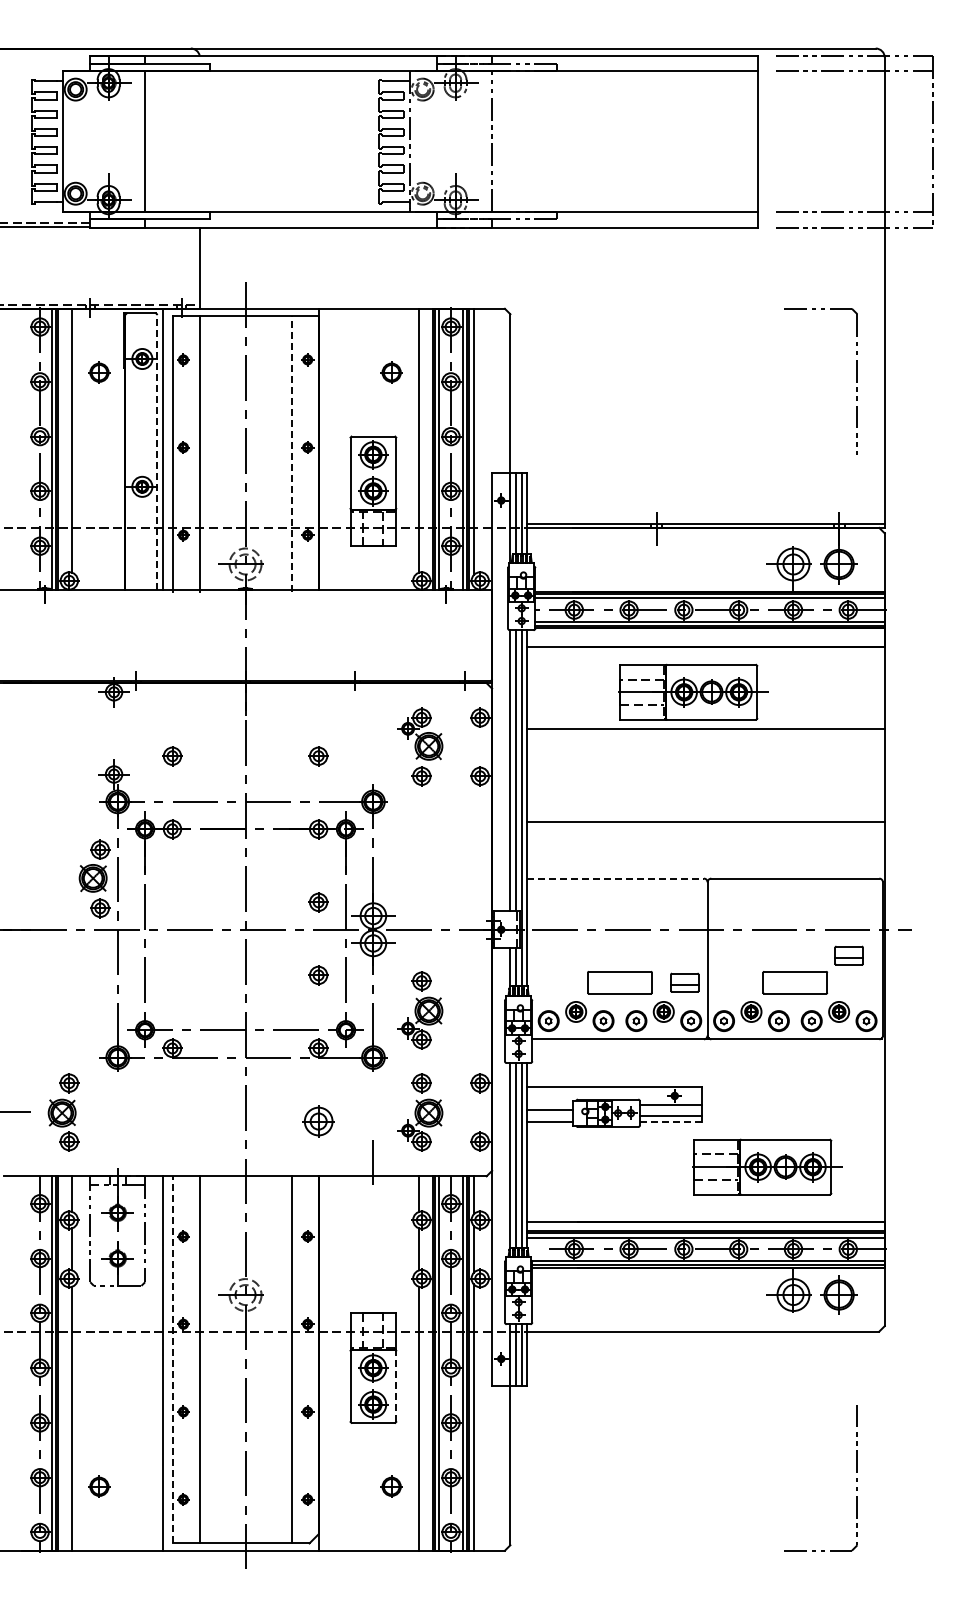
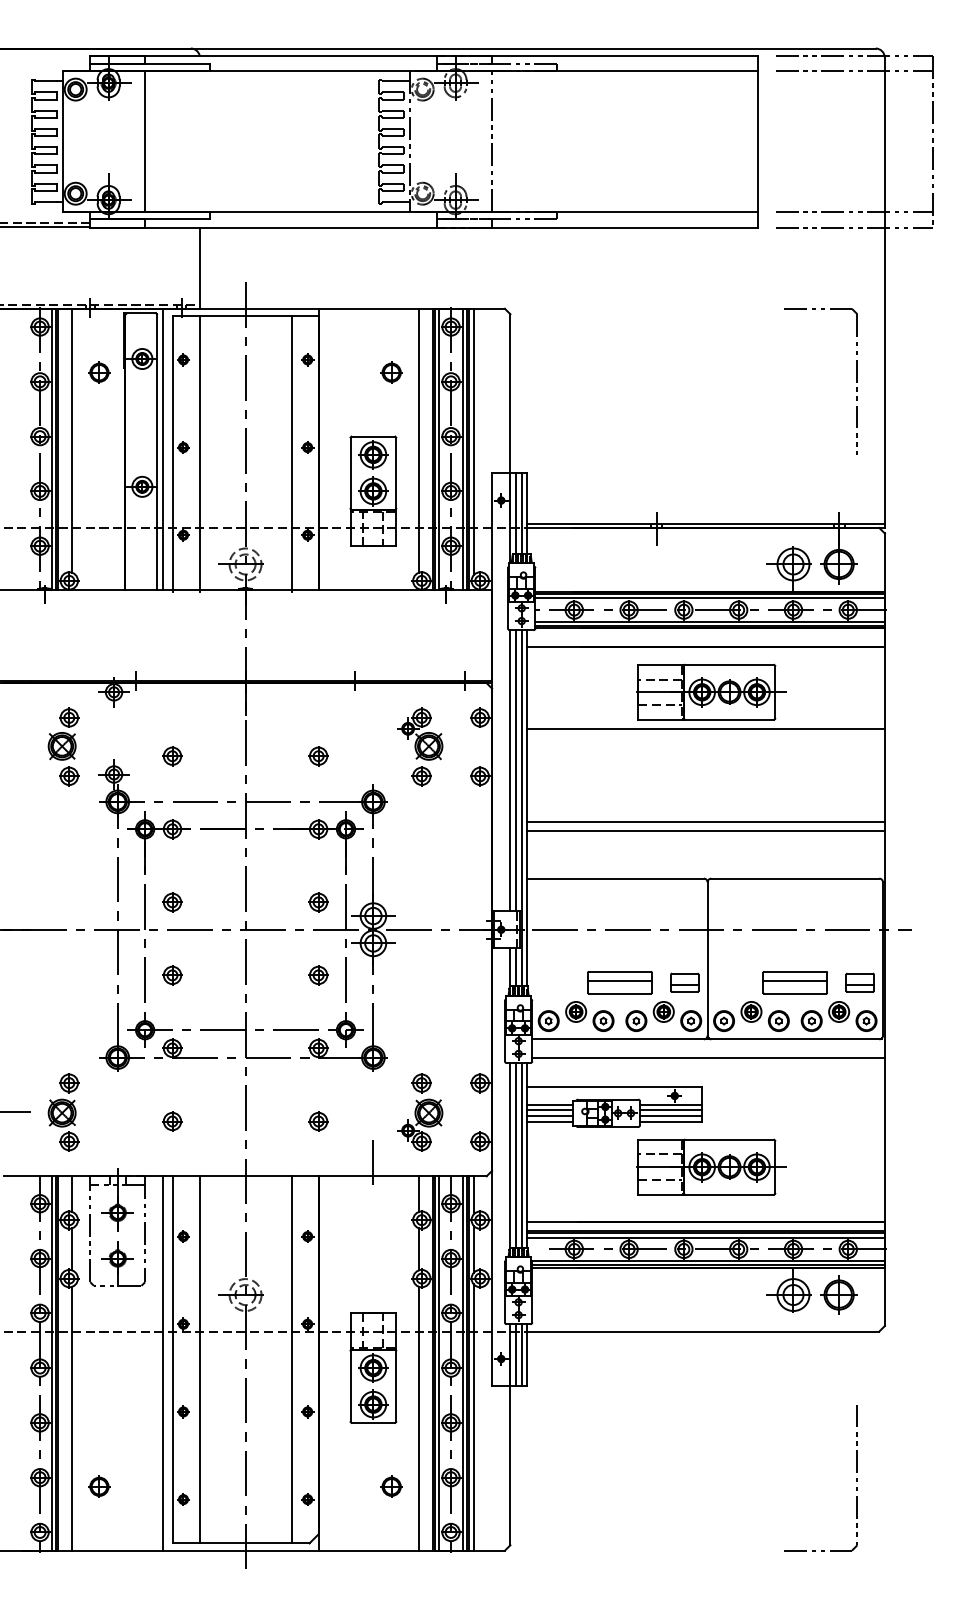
line at (156, 451): dashed -> solid
line at (291, 453): dashed -> solid
part at (693, 691) position: (693, 691) -> (711, 691)
line at (705, 831): none -> present
part at (94, 878) position: (94, 878) -> (63, 746)
line at (615, 878): dashed -> solid
part at (172, 902): none -> present
part at (848, 955) position: (848, 955) -> (859, 982)
part at (172, 975): none -> present
line at (619, 980): none -> present
line at (795, 980): none -> present
part at (420, 1010): present -> none
line at (708, 1057): none -> present
line at (549, 1105): none -> present
line at (671, 1110): none -> present
line at (549, 1116): none -> present
part at (172, 1121): none -> present
part at (318, 1121) size: 33x33 px -> 21x21 px
line at (671, 1121): dashed -> solid
part at (767, 1166) position: (767, 1166) -> (711, 1166)
line at (172, 1359): dashed -> solid
line at (396, 1386): dashed -> solid
